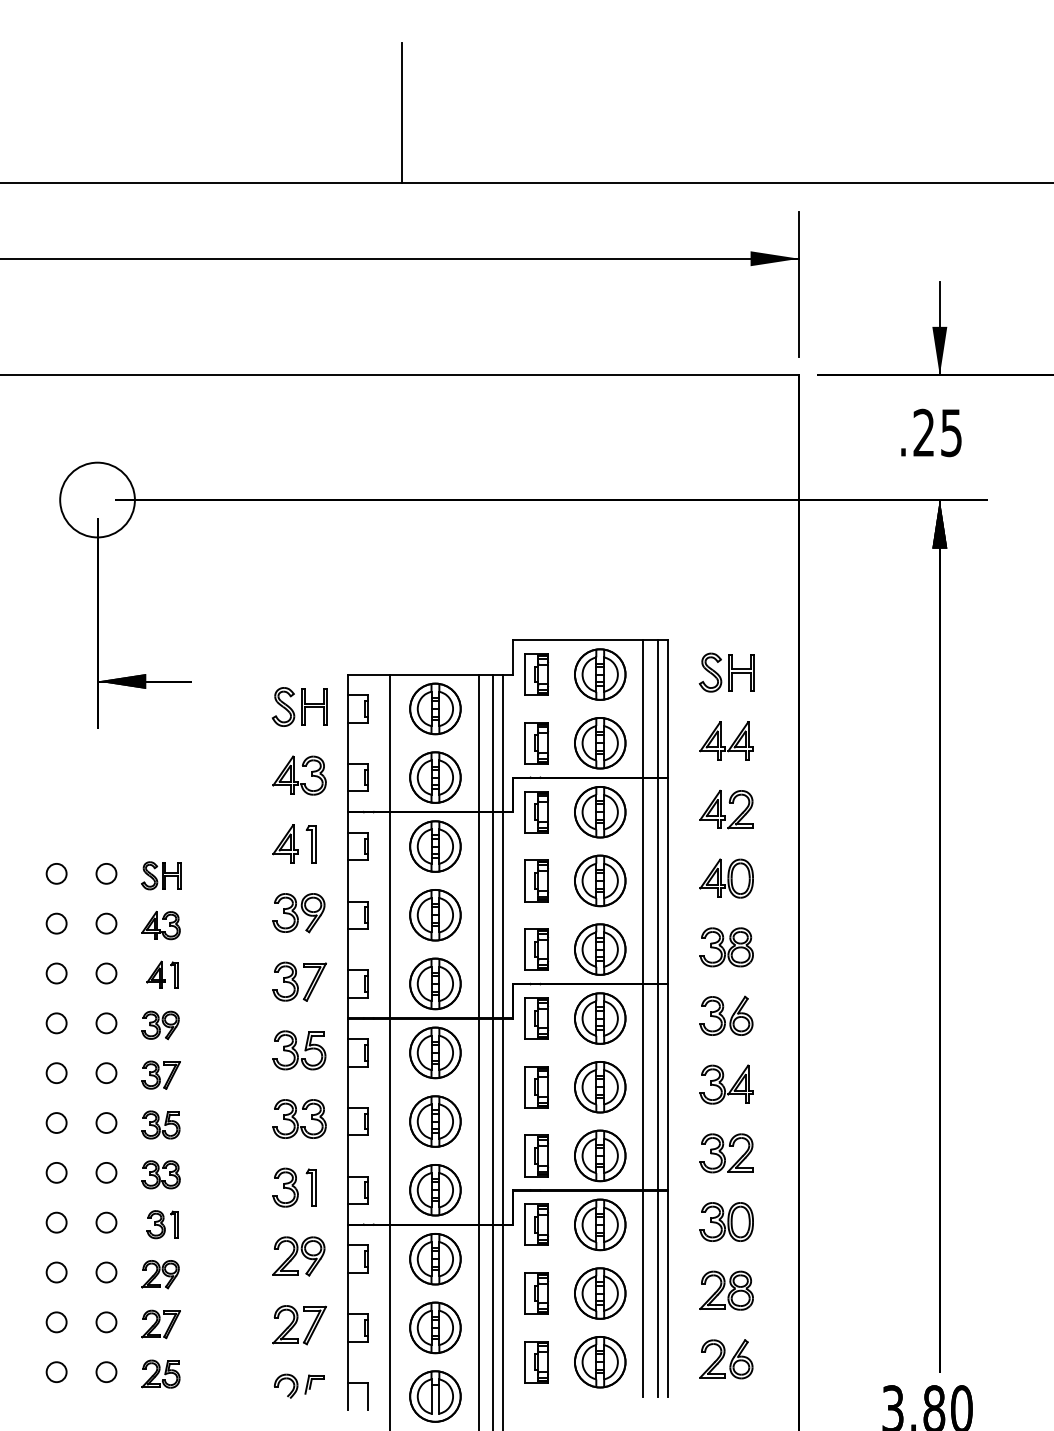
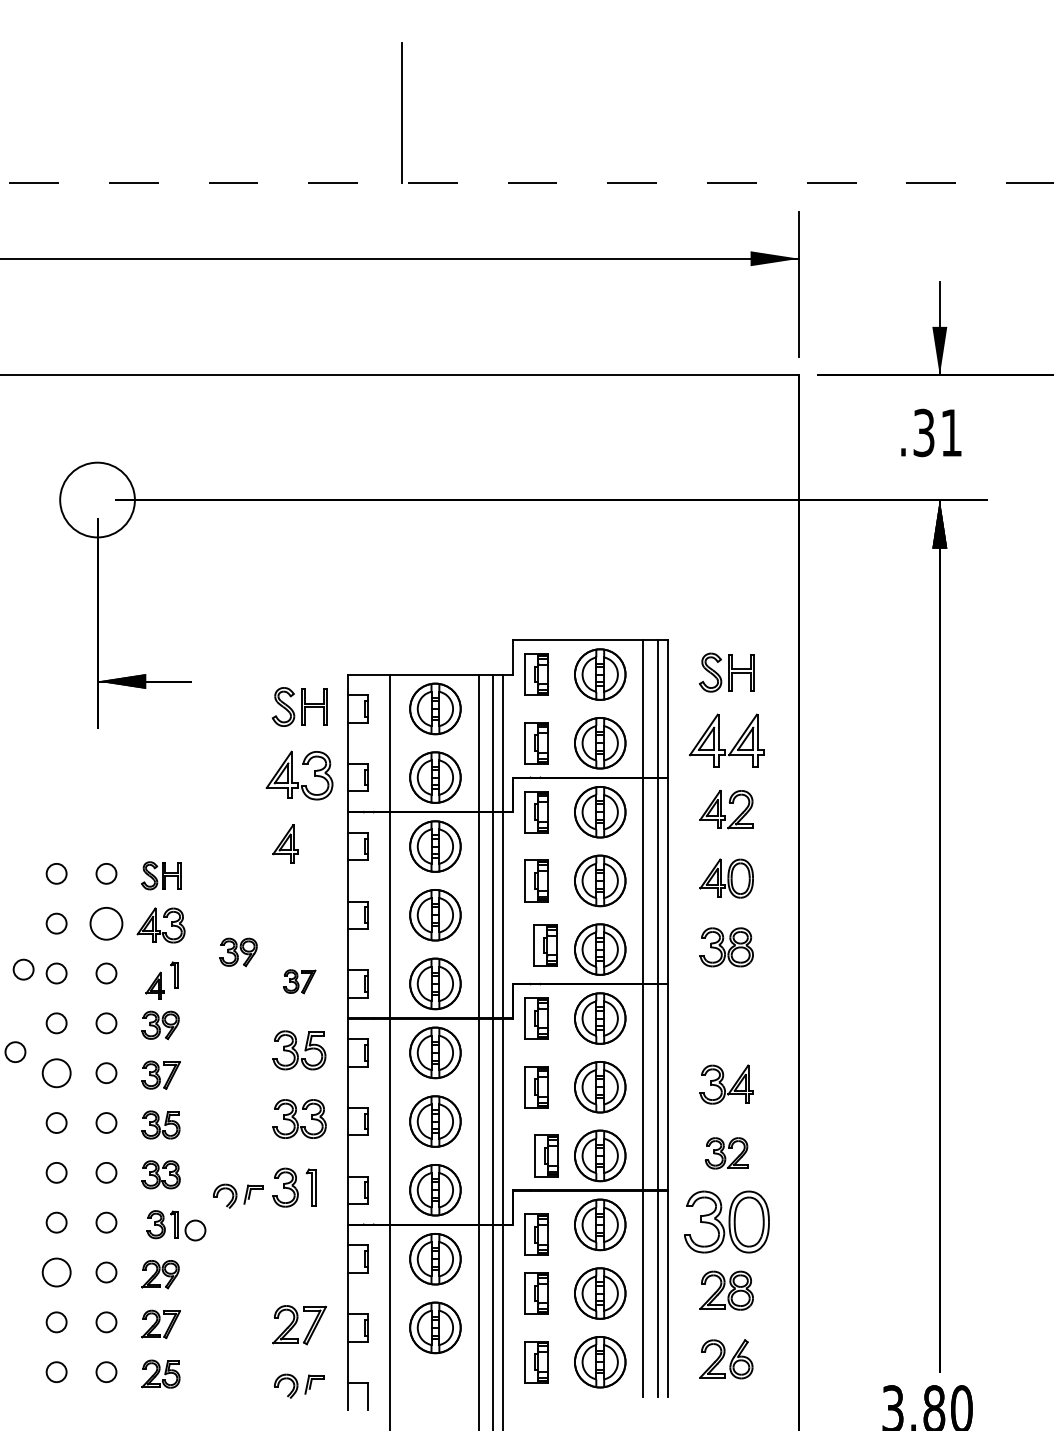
line at (527, 183): solid -> dashed
text at (937, 433): .25 -> .31
part at (726, 740) size: 55x40 px -> 76x55 px
part at (299, 775) size: 55x41 px -> 69x51 px
part at (310, 844): present -> none
part at (298, 913): present -> none
circle at (106, 923) size: 23x23 px -> 35x34 px
part at (160, 925) size: 40x30 px -> 50x37 px
part at (536, 949) position: (536, 949) -> (545, 945)
part at (238, 952): none -> present
circle at (23, 969): none -> present
part at (155, 974) position: (155, 974) -> (154, 985)
part at (299, 981) size: 55x41 px -> 34x26 px
part at (726, 1015): present -> none
circle at (15, 1051): none -> present
circle at (56, 1072) size: 23x22 px -> 31x31 px
part at (726, 1153) size: 55x41 px -> 45x33 px
part at (536, 1155) position: (536, 1155) -> (546, 1155)
part at (238, 1195): none -> present
part at (726, 1221) size: 55x40 px -> 86x64 px
part at (536, 1224) position: (536, 1224) -> (536, 1234)
circle at (195, 1230): none -> present
part at (298, 1256): present -> none
circle at (56, 1272) size: 23x23 px -> 31x31 px
part at (435, 1396): present -> none
